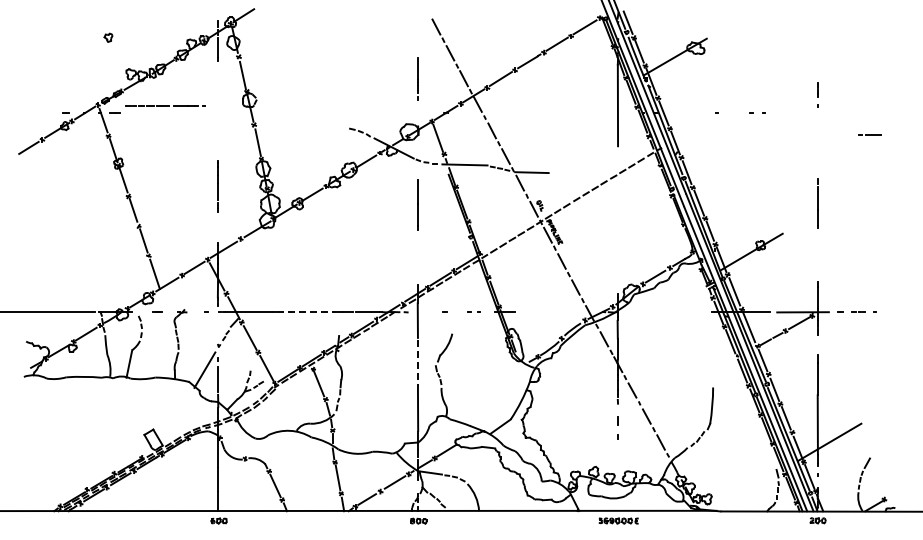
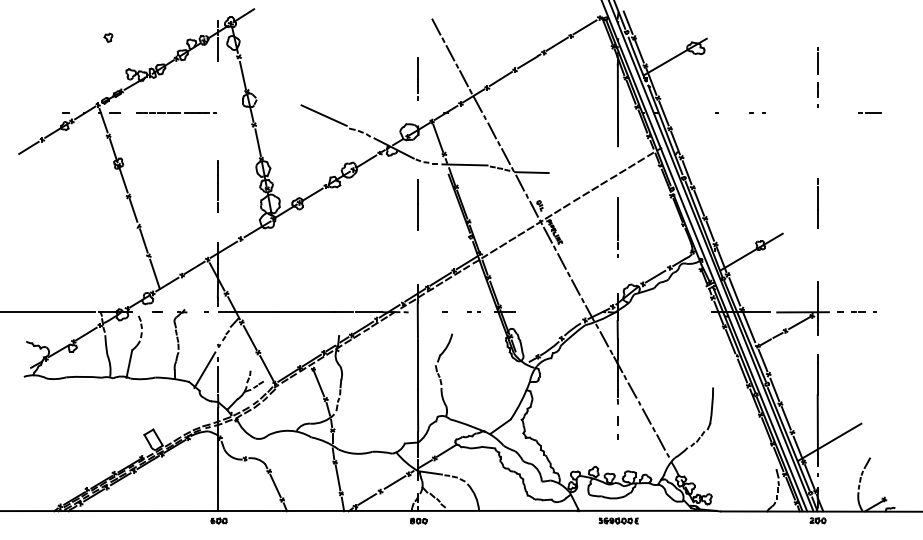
line at (817, 60): none -> present
line at (165, 105) position: (165, 105) -> (176, 112)
line at (323, 115): none -> present
line at (869, 134) position: (869, 134) -> (869, 112)
line at (617, 227): none -> present
line at (305, 312): dashed -> solid
line at (417, 364): dashed -> solid
